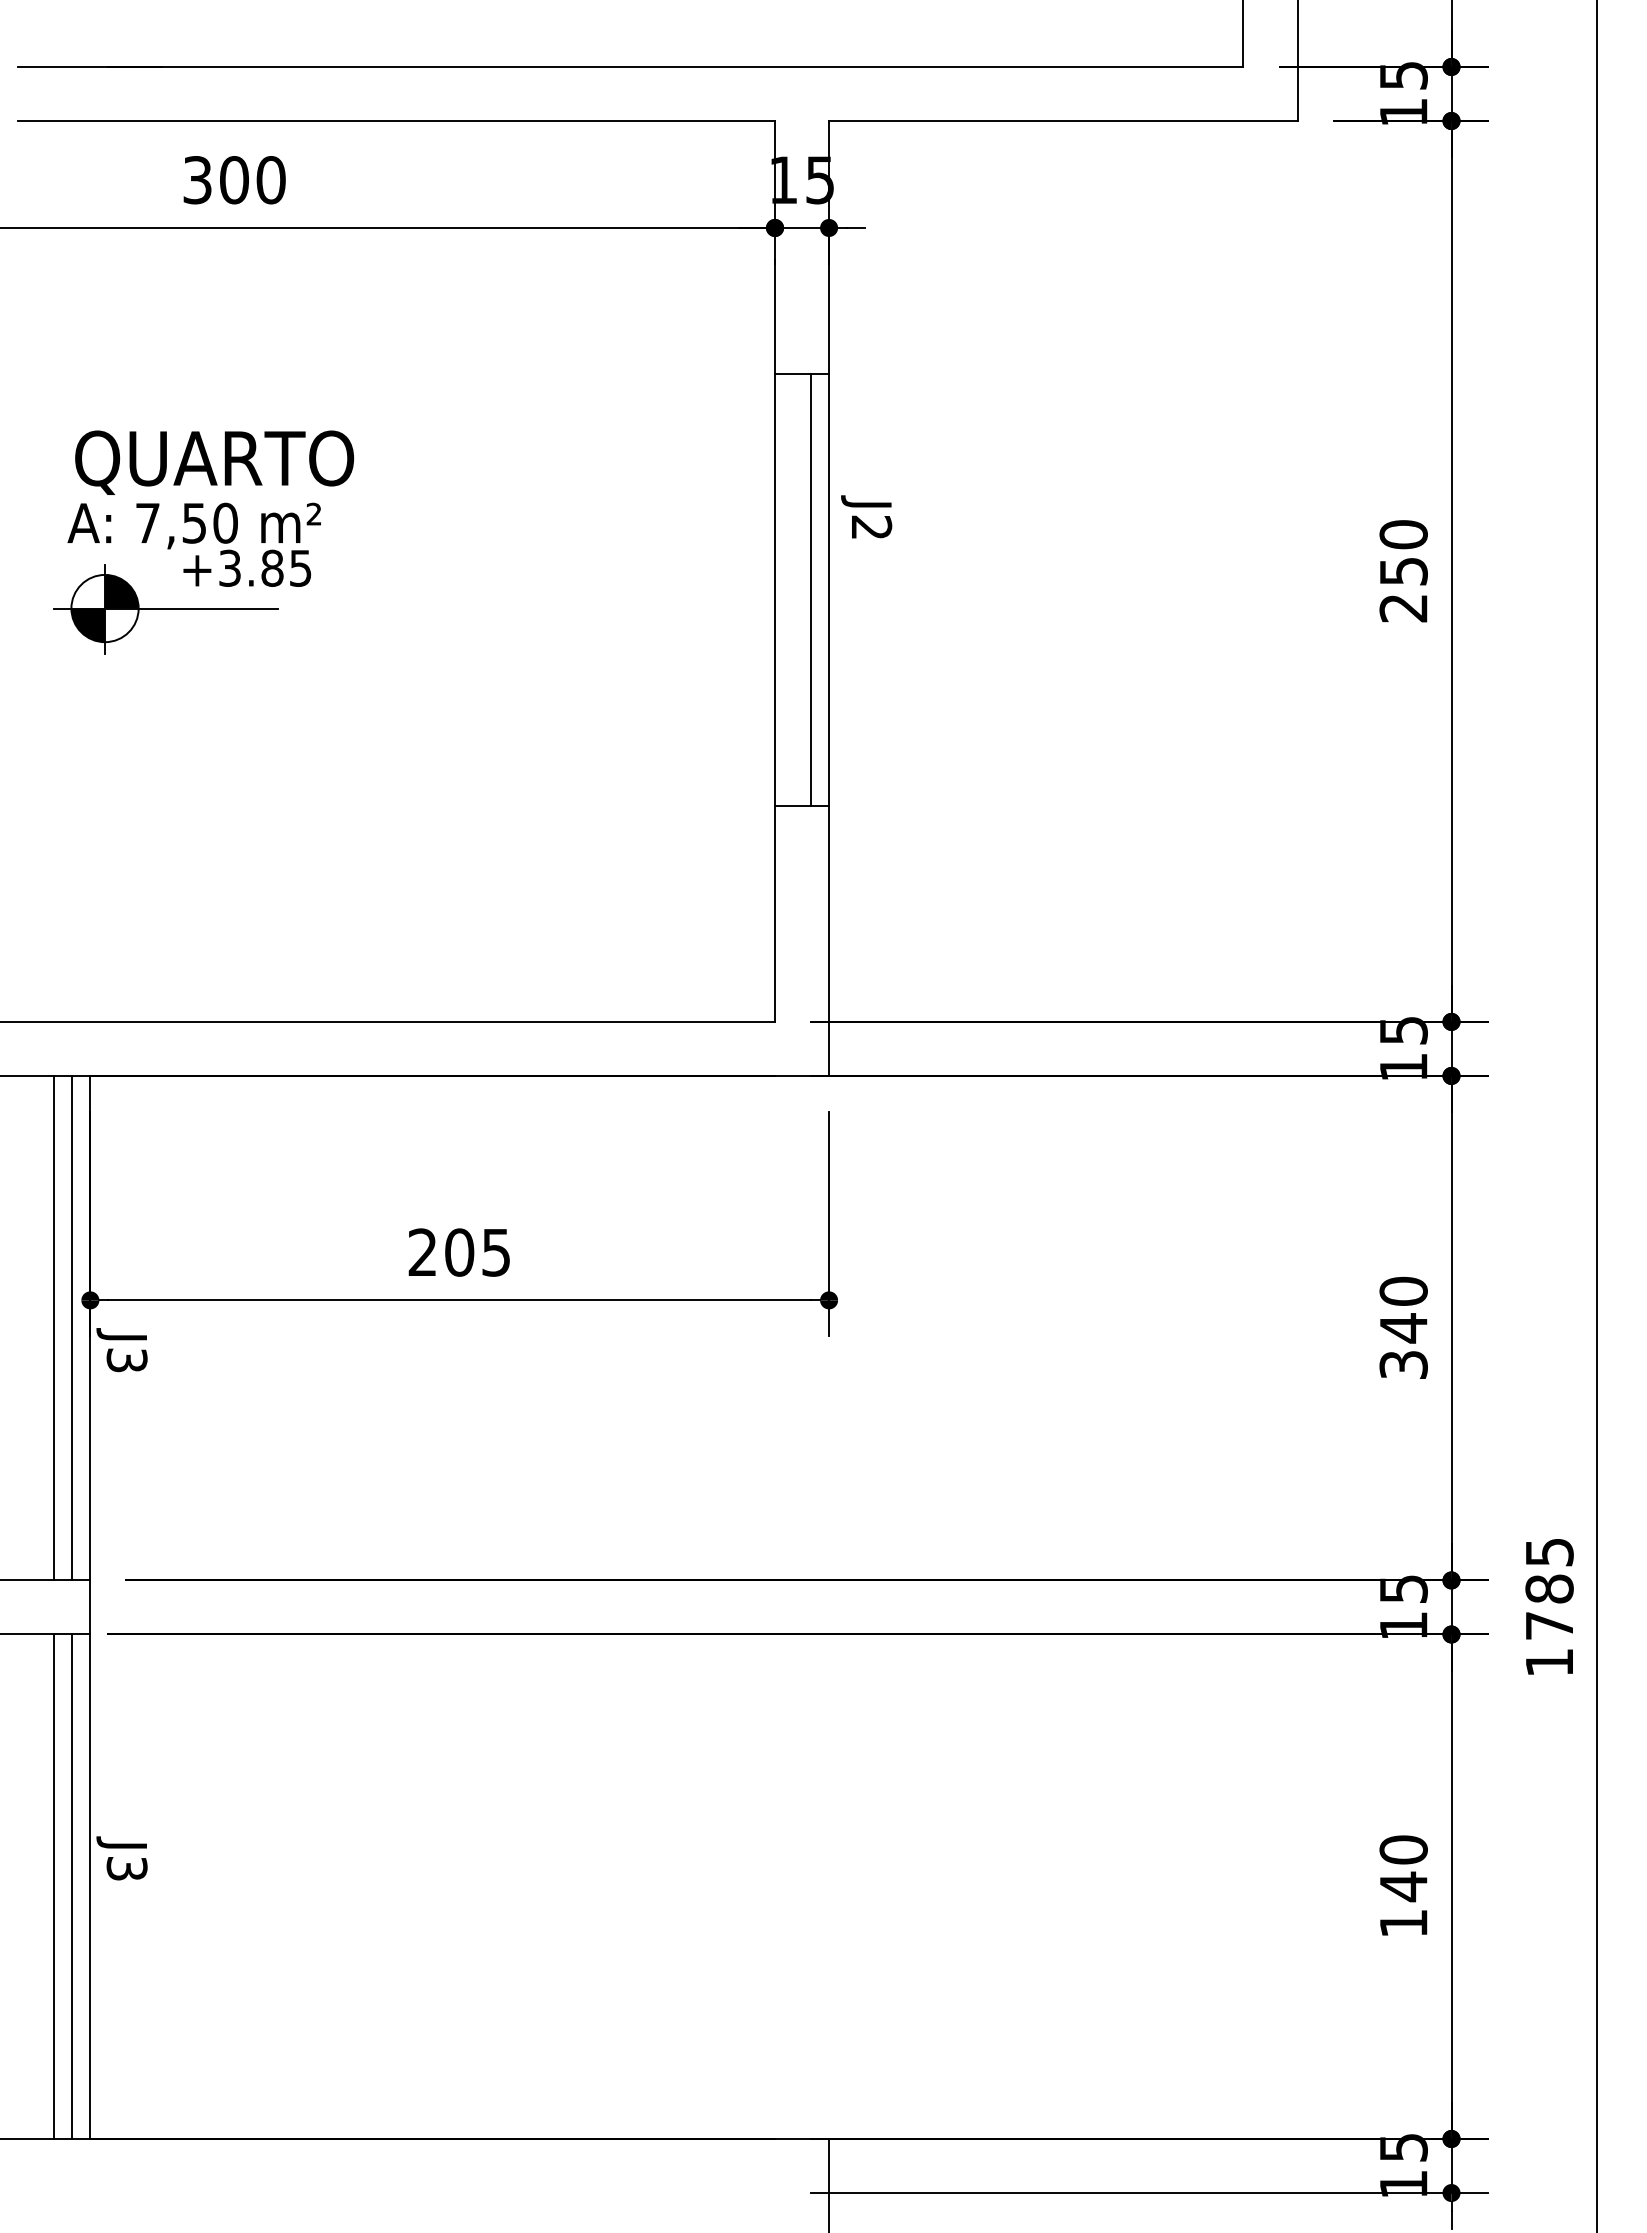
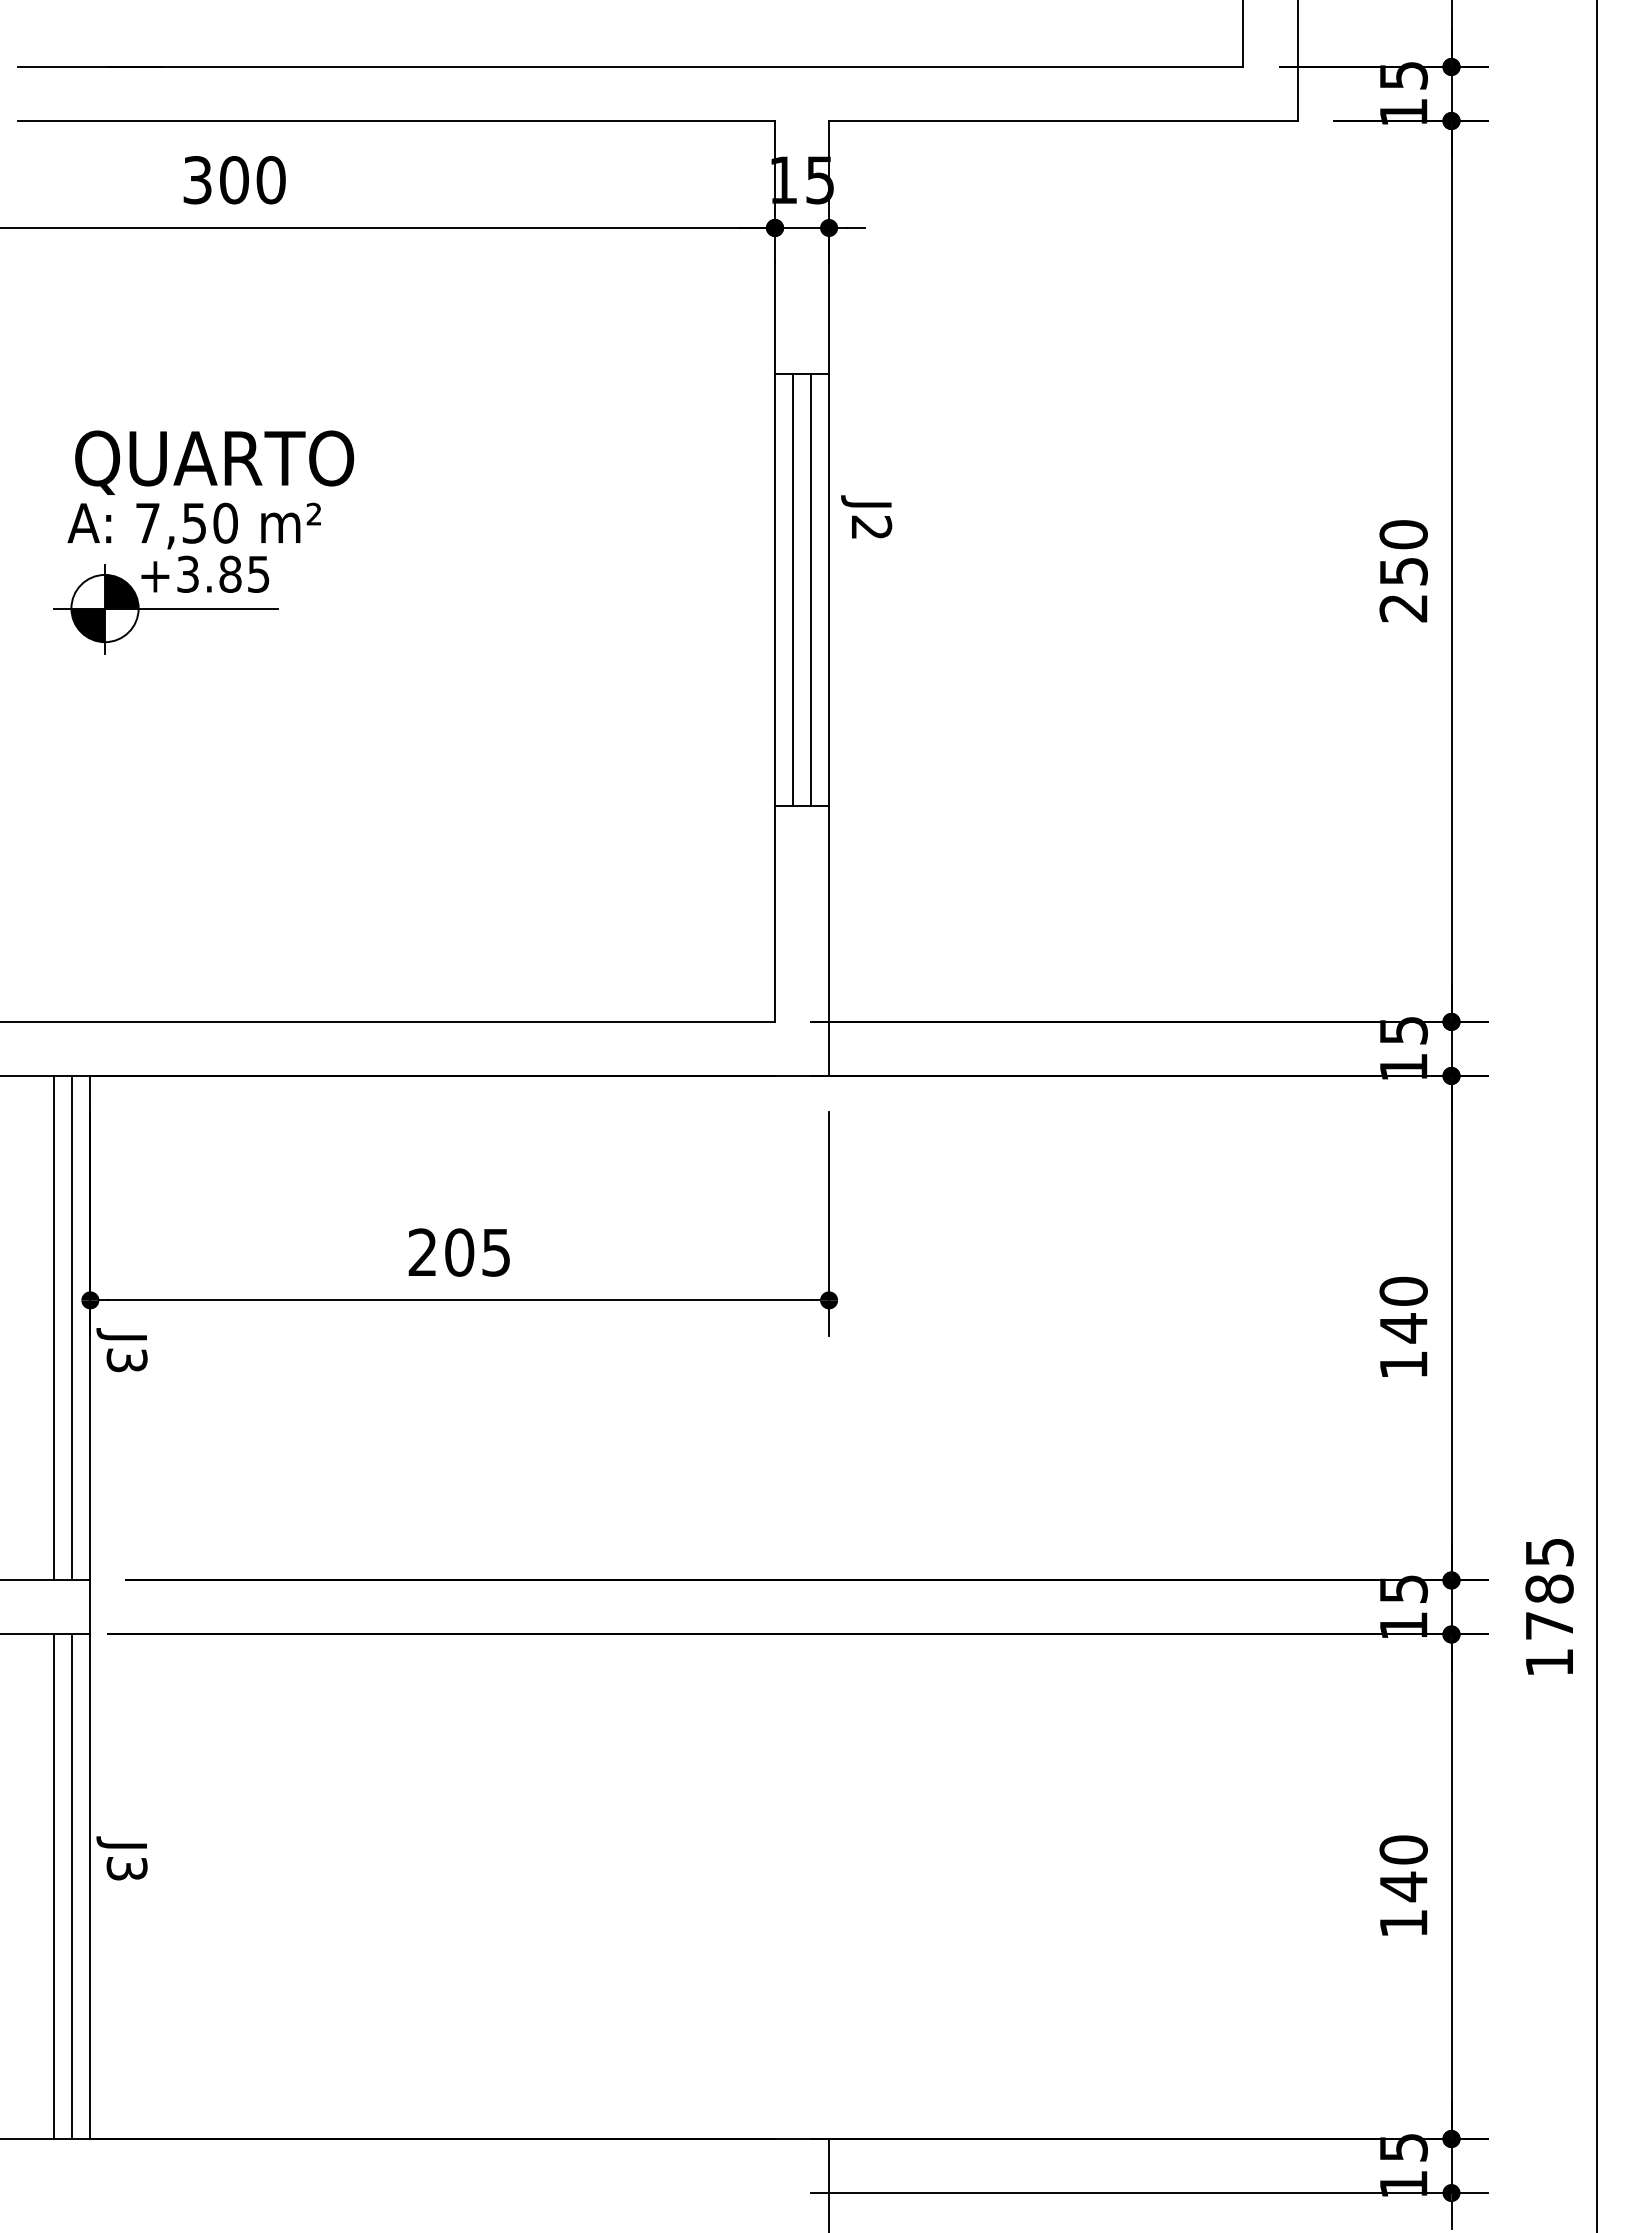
text at (247, 567) position: (247, 567) -> (205, 573)
line at (793, 589): none -> present
text at (1403, 1364): 340 -> 140
